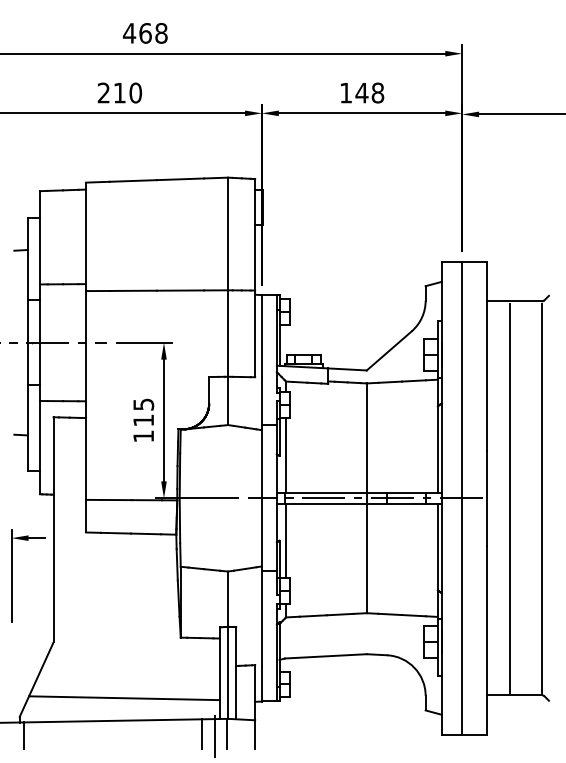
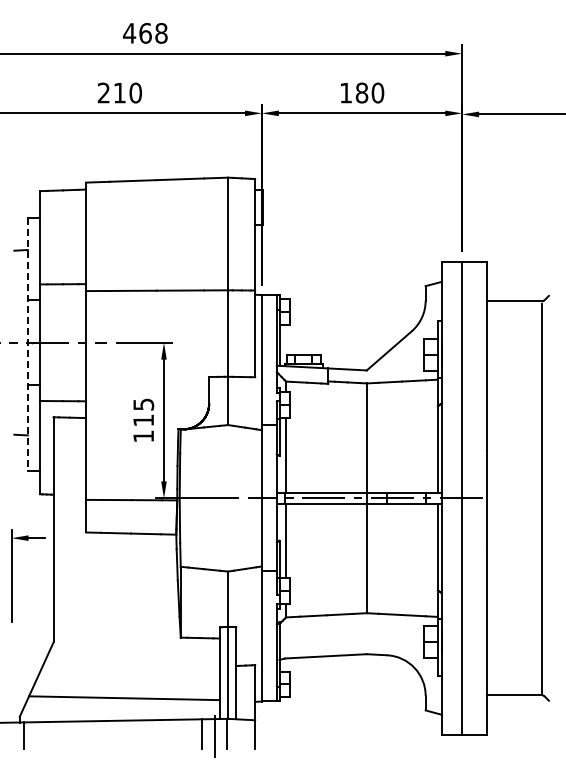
text at (369, 92): 148 -> 180
line at (27, 344): solid -> dashed
line at (510, 497): present -> none
